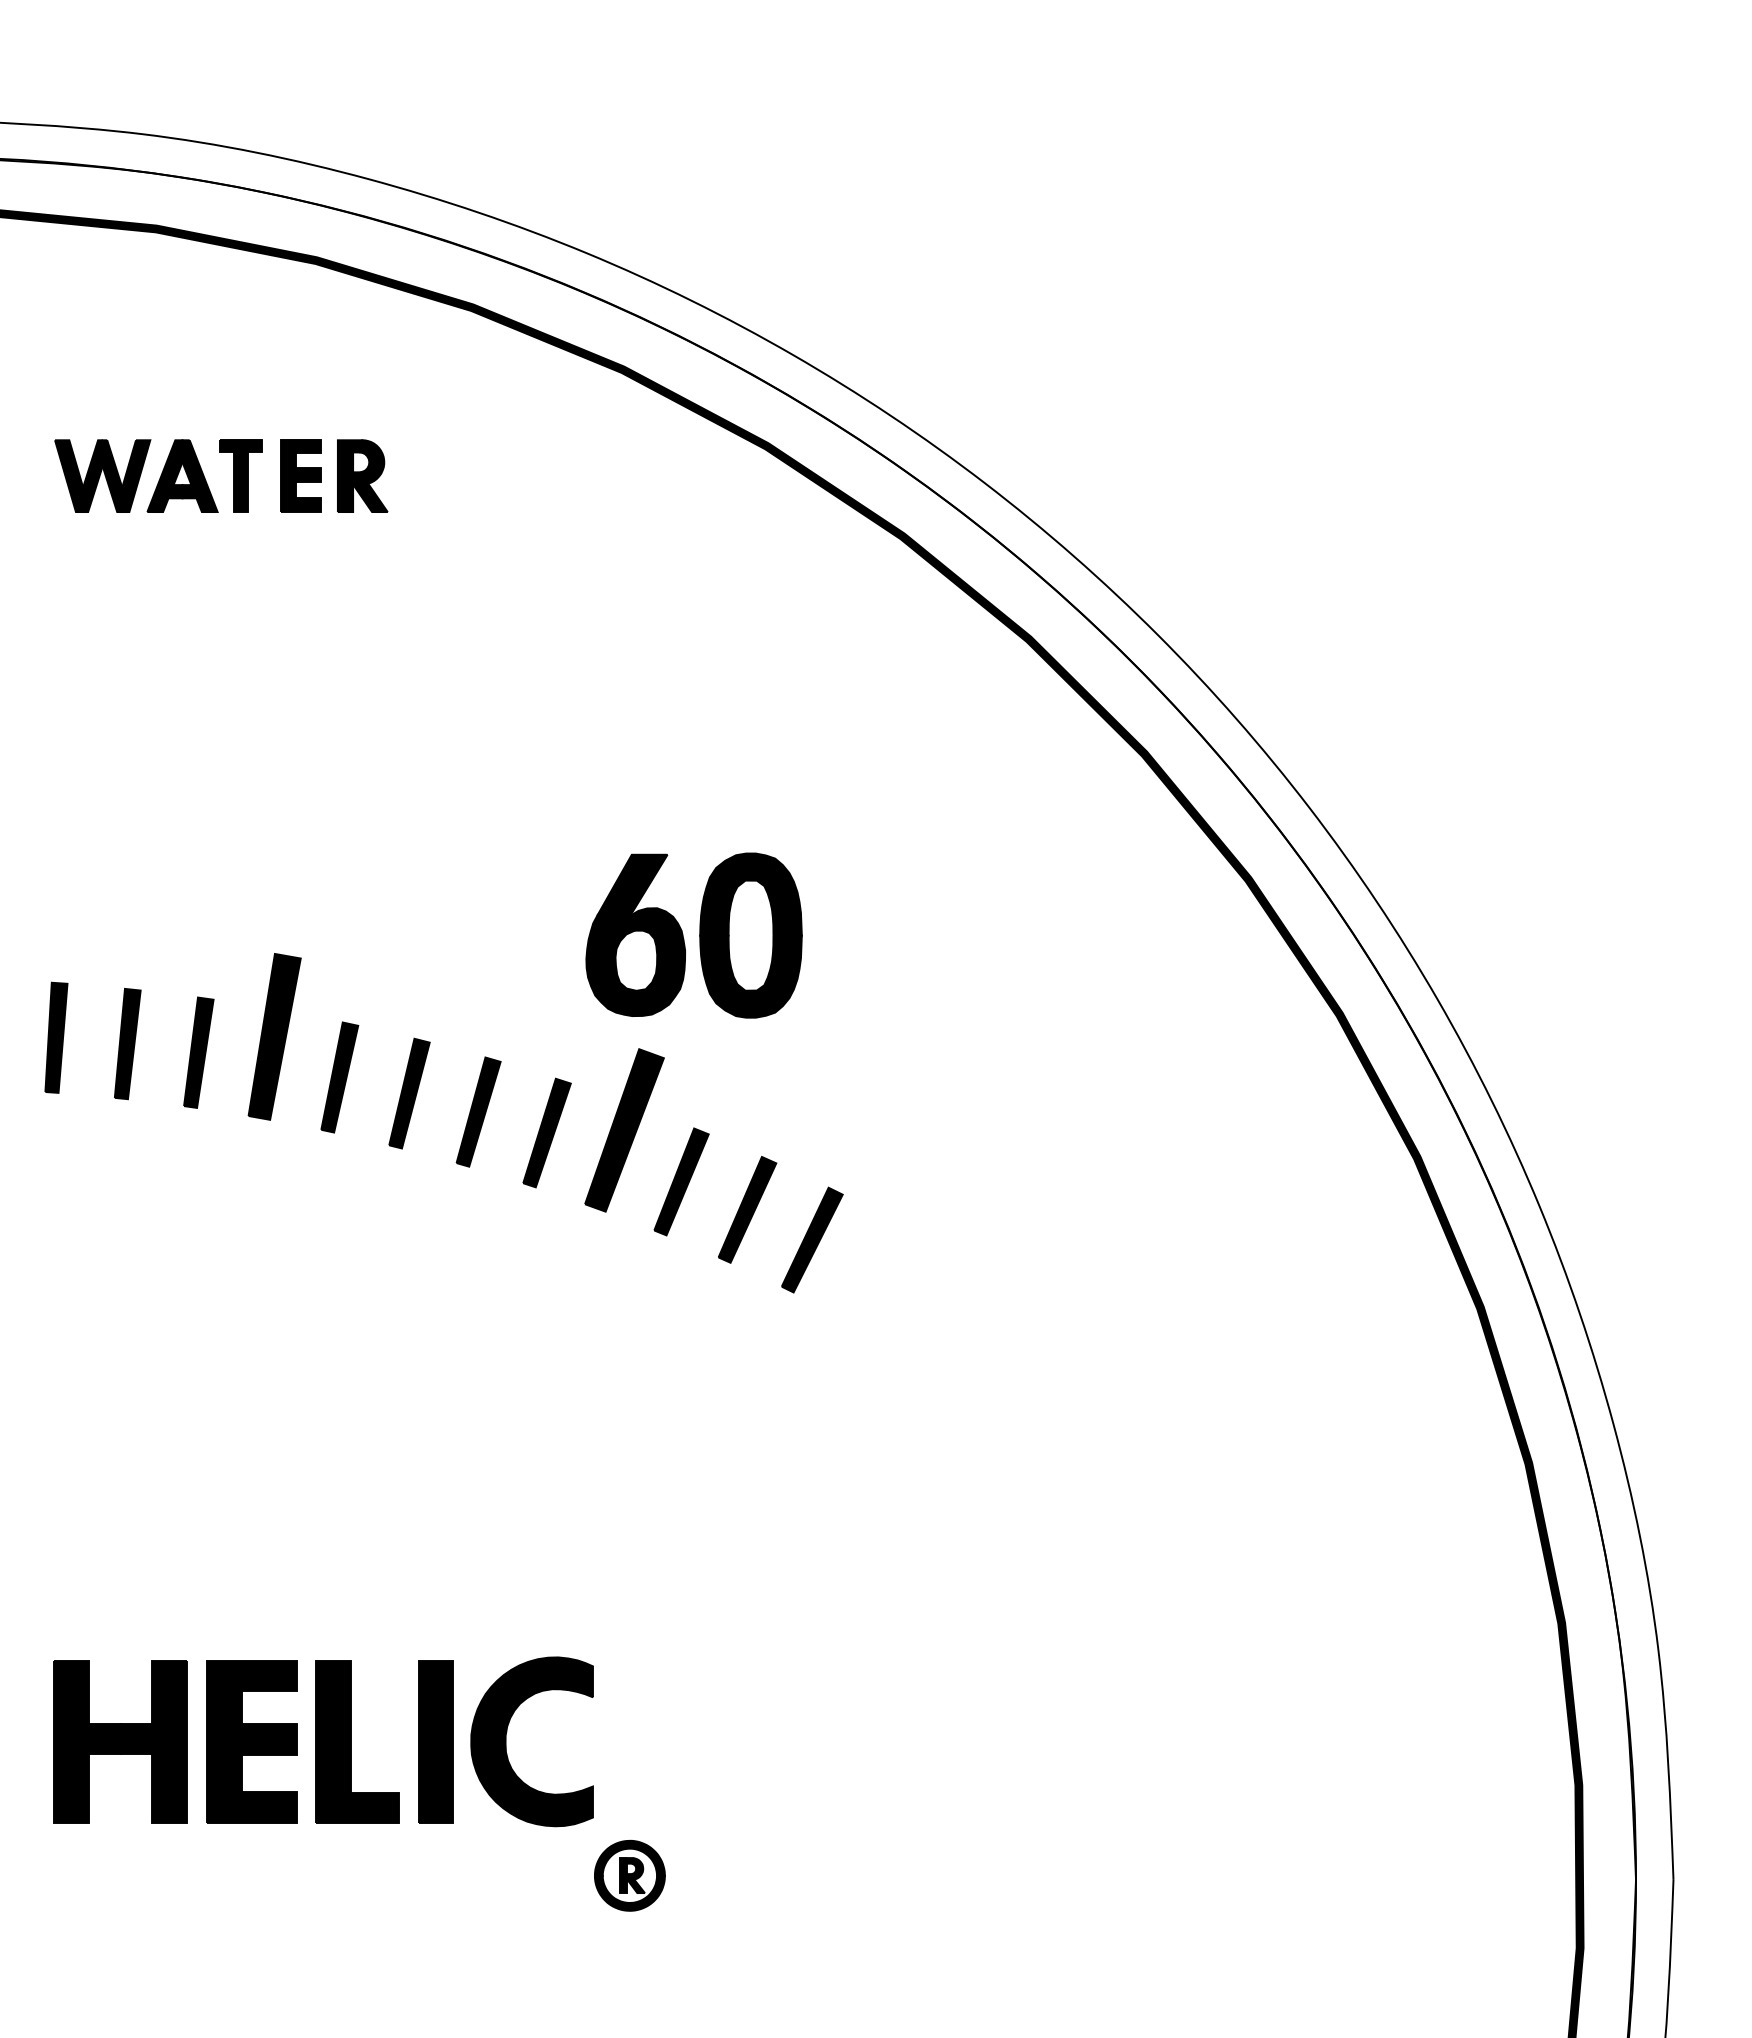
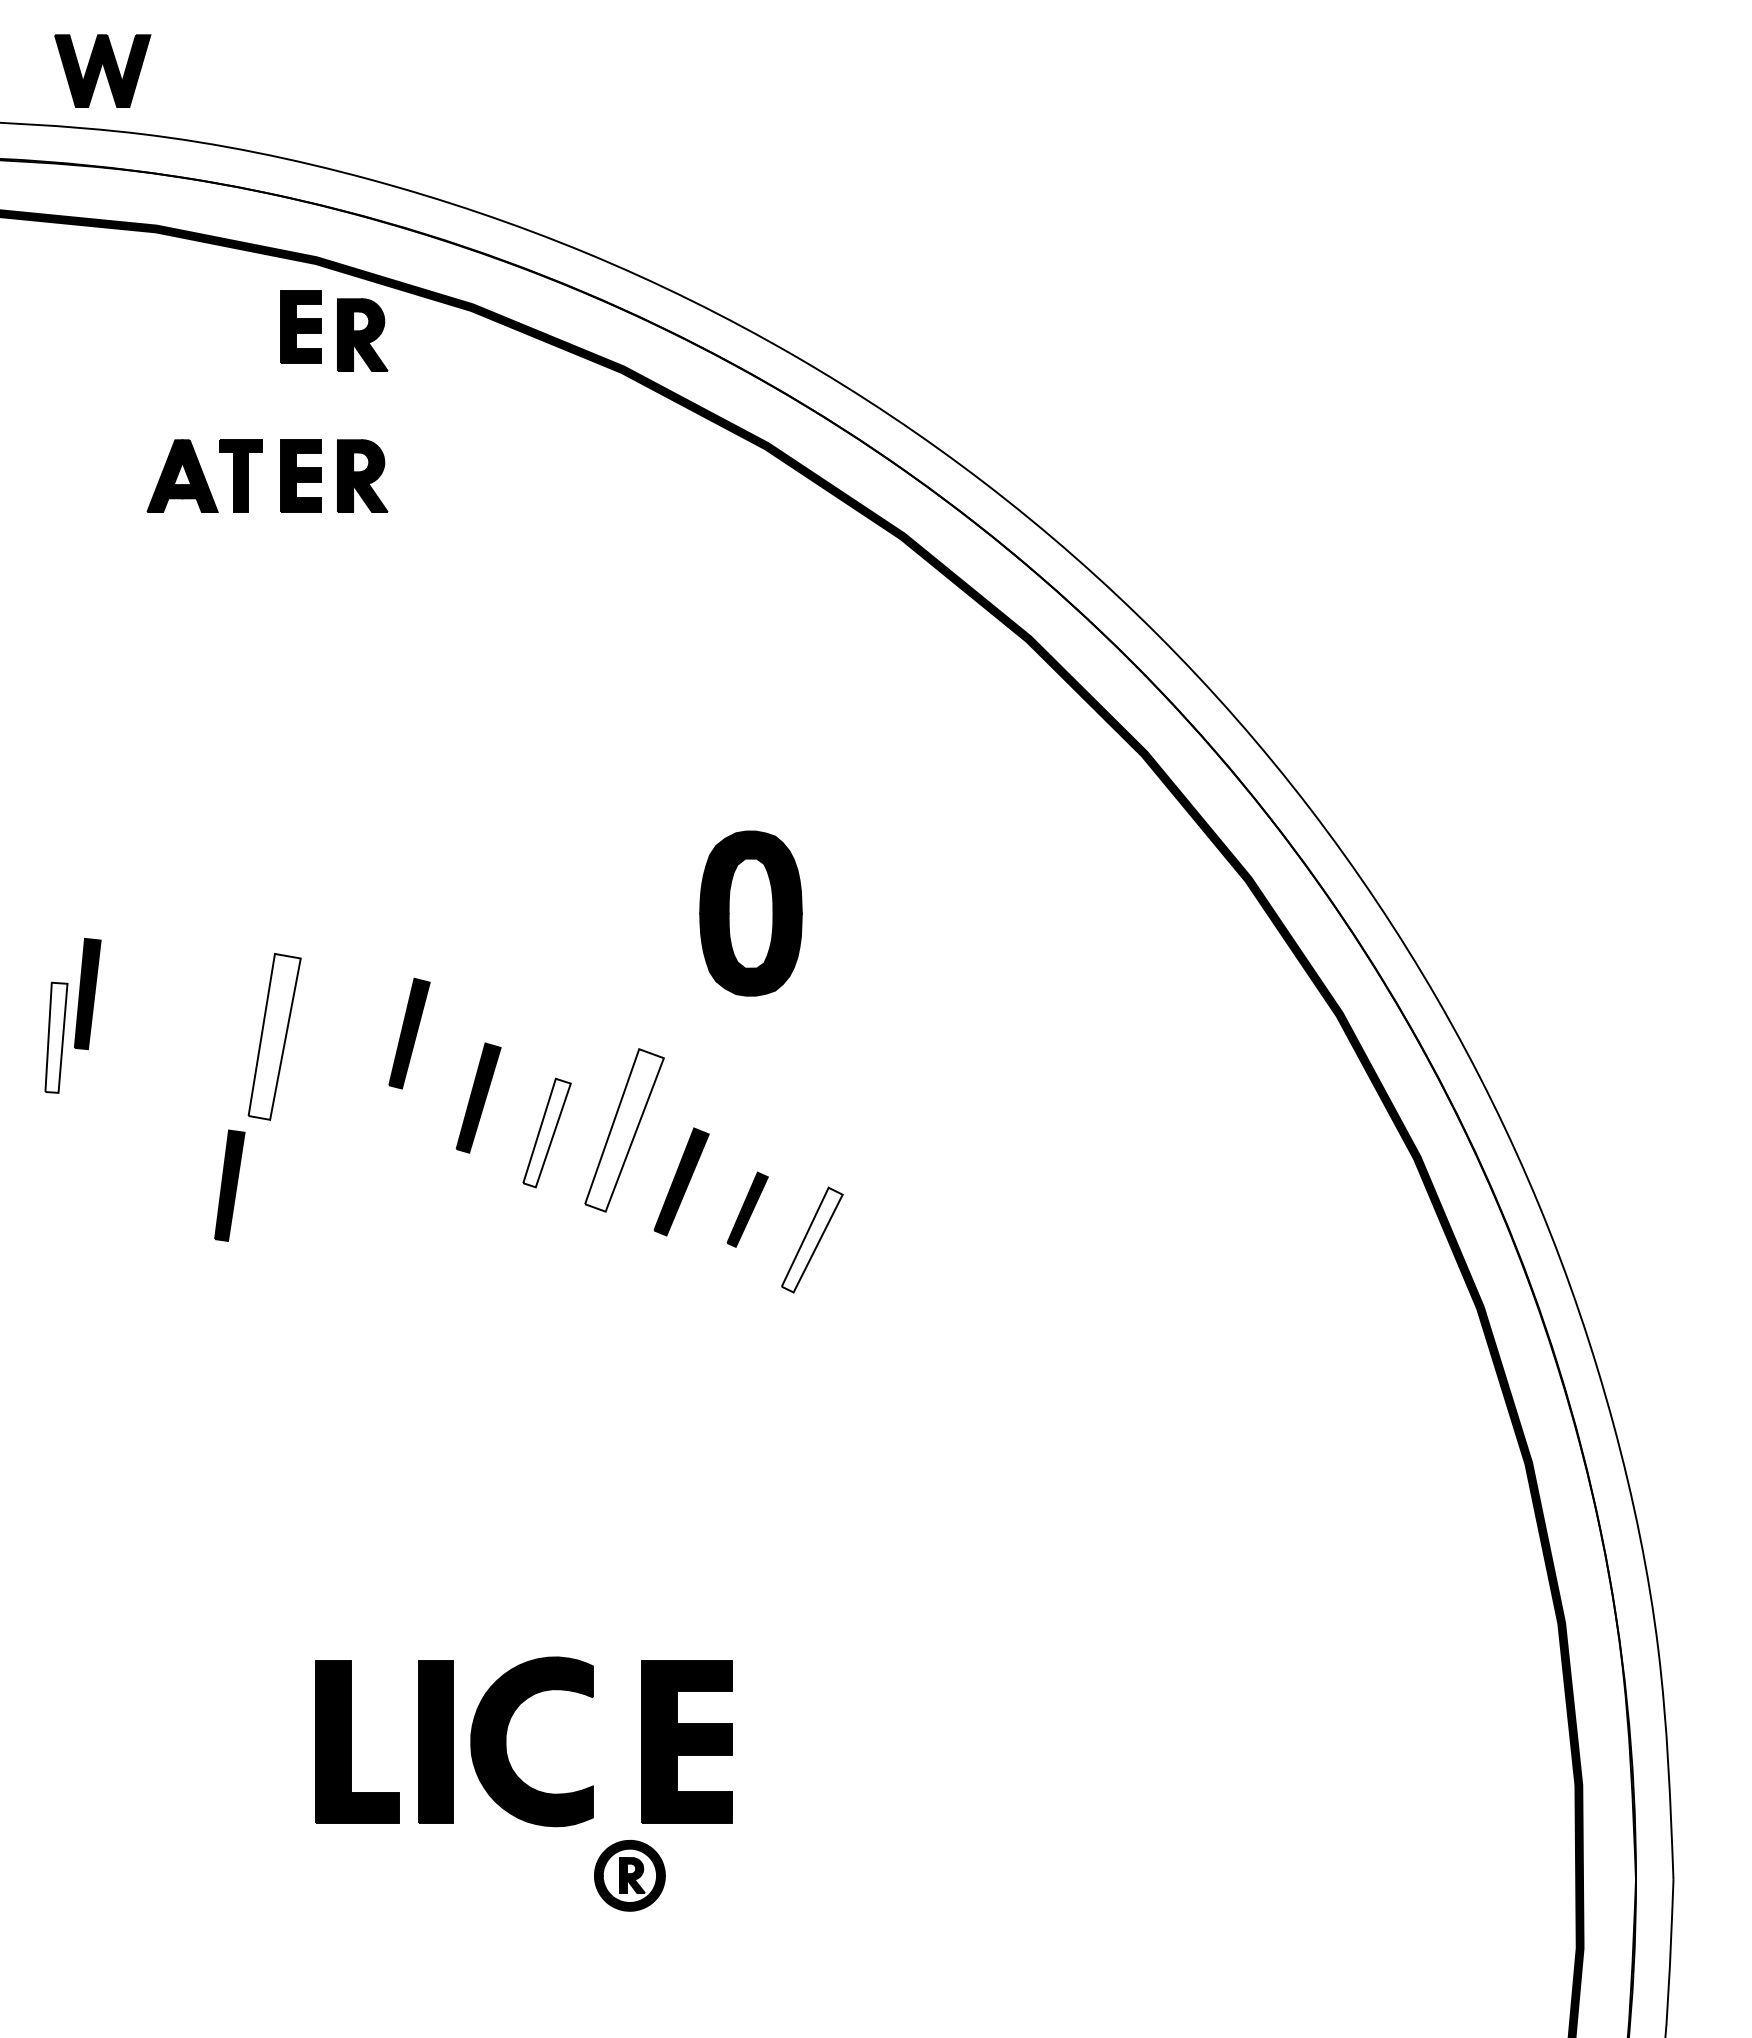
part at (300, 326): none -> present
part at (362, 334): none -> present
part at (102, 475) position: (102, 475) -> (102, 70)
part at (635, 934): present -> none
part at (750, 935) position: (750, 935) -> (750, 913)
fill at (274, 1036): present -> none
fill at (56, 1037): present -> none
part at (127, 1044) position: (127, 1044) -> (87, 994)
part at (198, 1052) position: (198, 1052) -> (229, 1185)
part at (339, 1077): present -> none
part at (409, 1093) position: (409, 1093) -> (409, 1033)
part at (478, 1111) position: (478, 1111) -> (478, 1097)
fill at (624, 1130): present -> none
fill at (546, 1132): present -> none
part at (747, 1209) size: 60x109 px -> 43x77 px
fill at (811, 1239): present -> none
part at (120, 1741): present -> none
part at (251, 1741) position: (251, 1741) -> (686, 1741)
